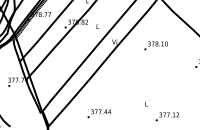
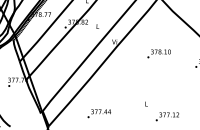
text at (155, 45) position: (155, 45) -> (158, 53)
